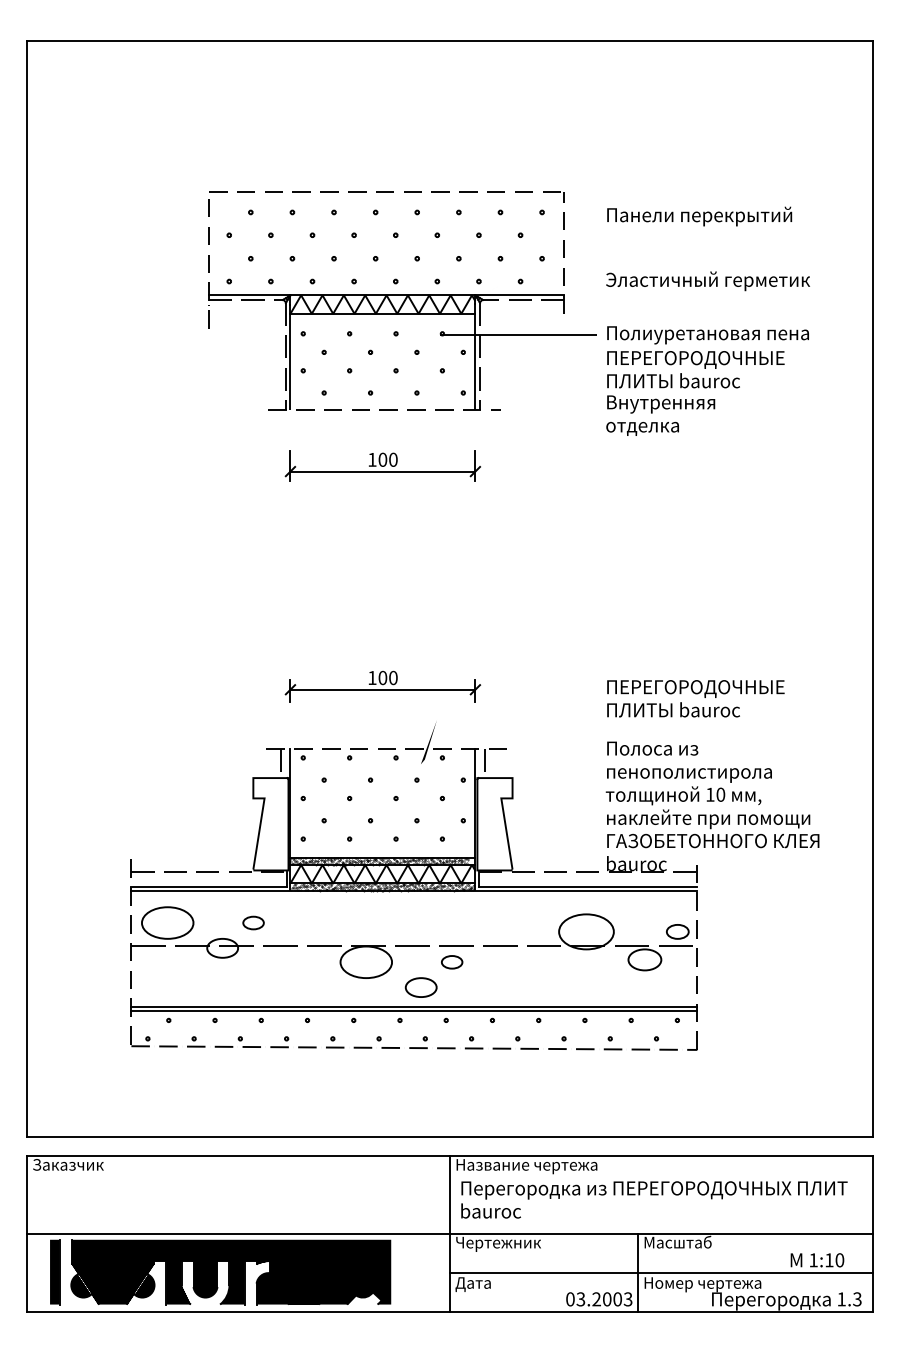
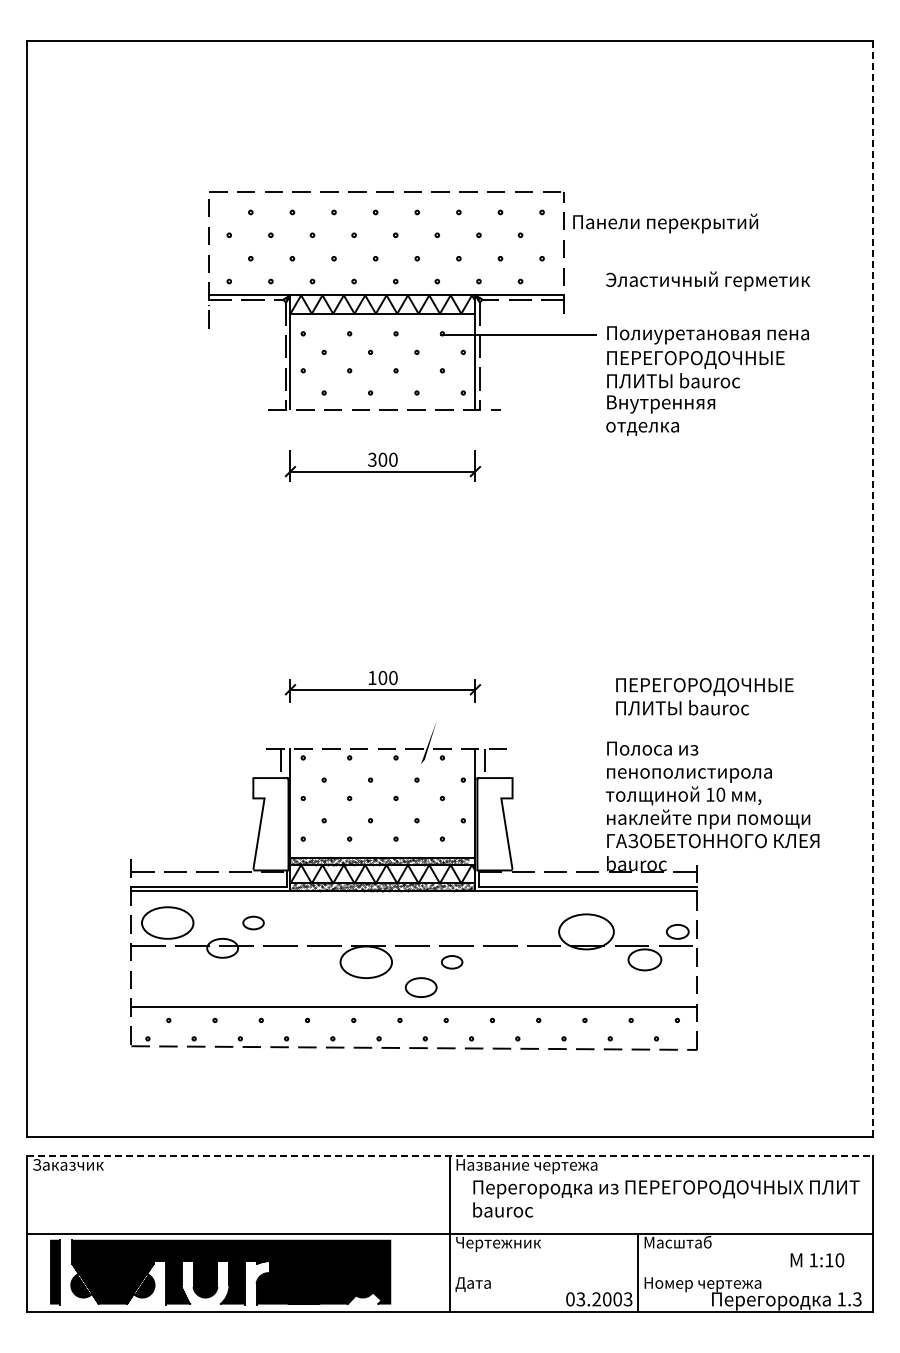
text at (699, 216) position: (699, 216) -> (665, 223)
text at (372, 459): 100 -> 300
line at (873, 588): solid -> dashed
text at (695, 698) position: (695, 698) -> (704, 696)
line at (414, 1011): present -> none
line at (450, 1155): solid -> dashed
text at (654, 1199) position: (654, 1199) -> (666, 1198)
line at (661, 1273): present -> none
